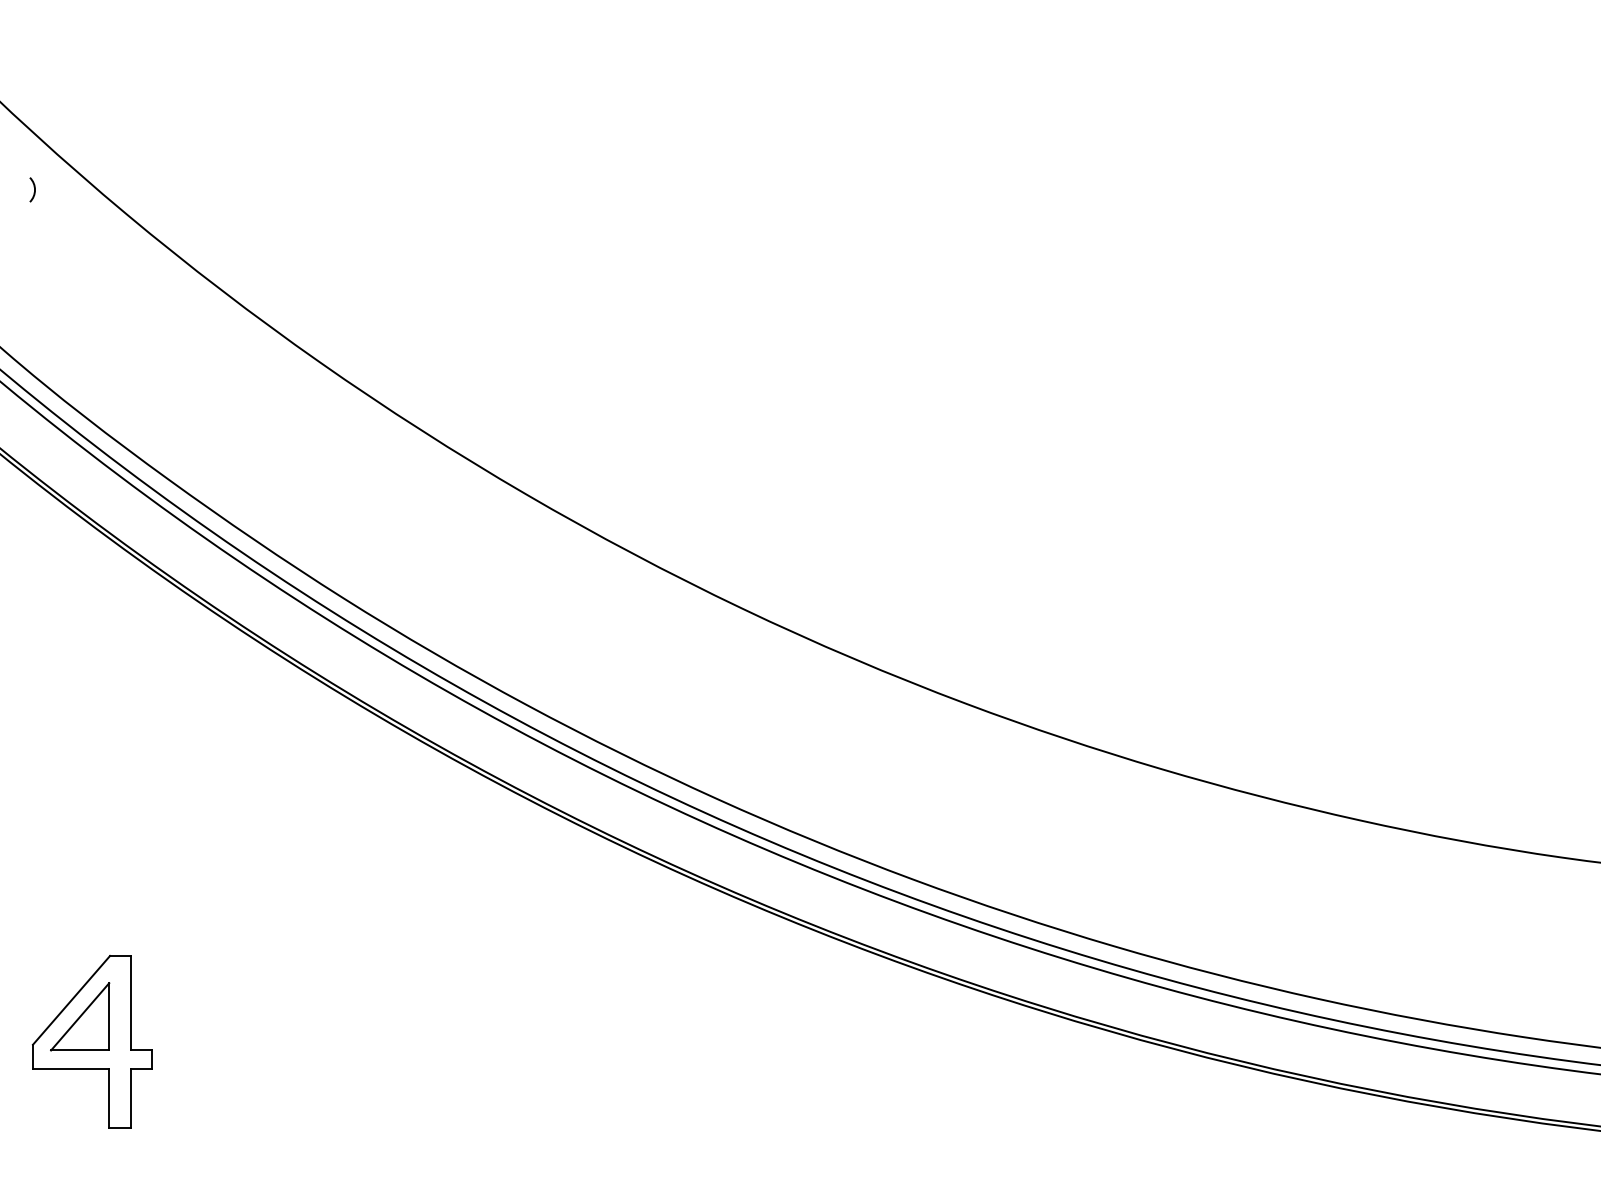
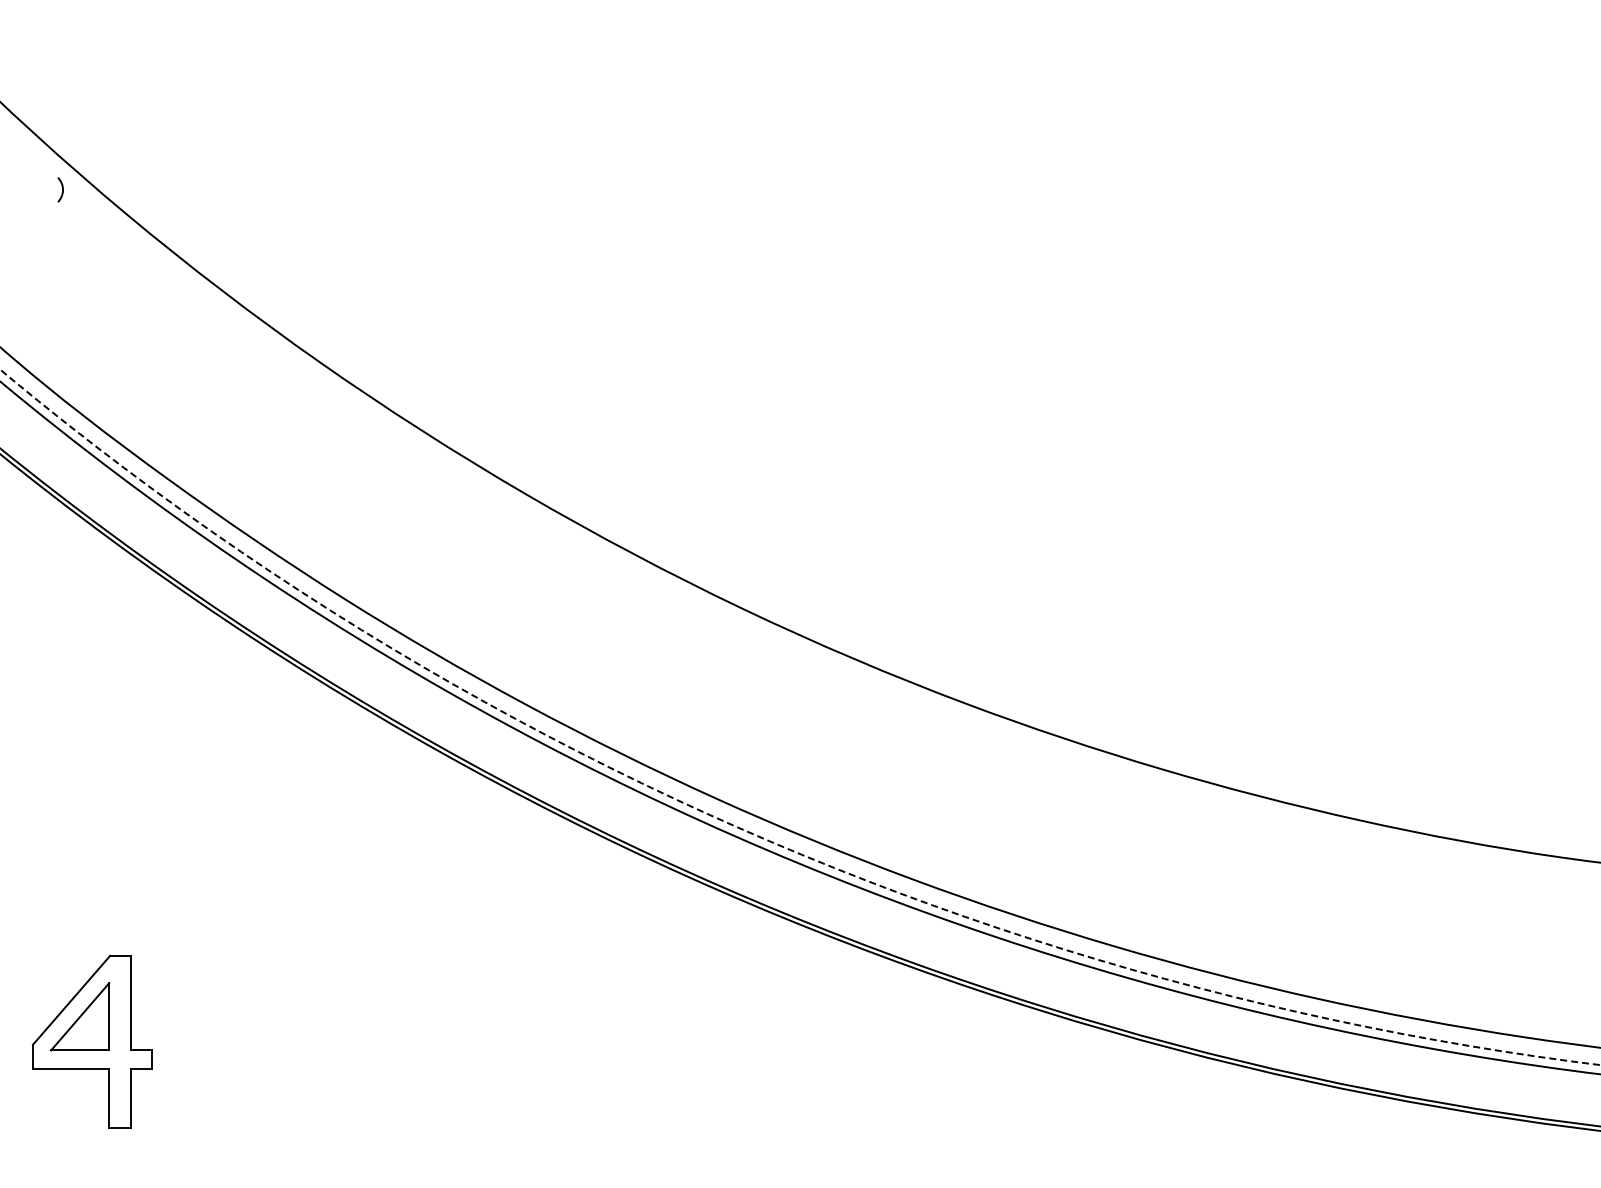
arc at (34, 189) position: (34, 189) -> (62, 189)
arc at (748, 832): solid -> dashed
